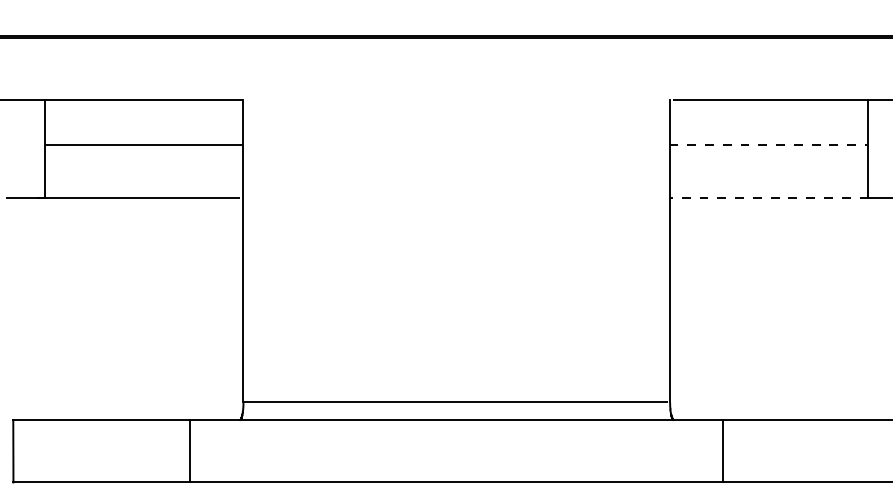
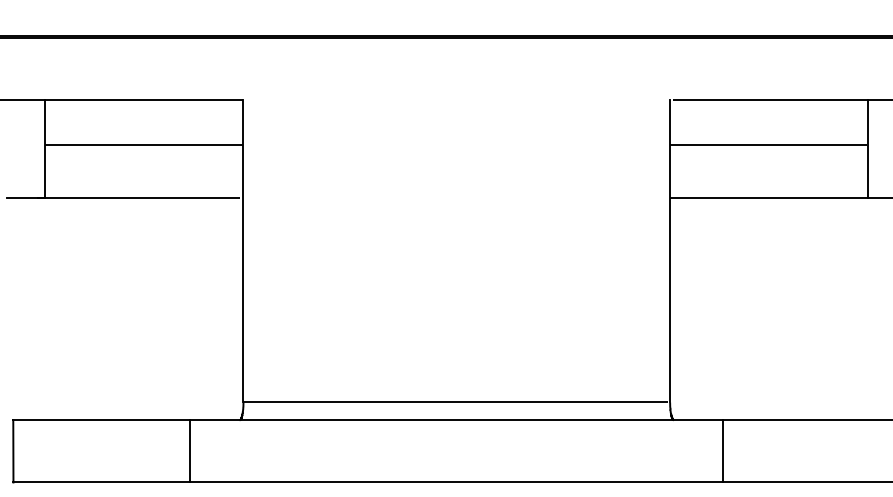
line at (768, 144): dashed -> solid
line at (768, 198): dashed -> solid
